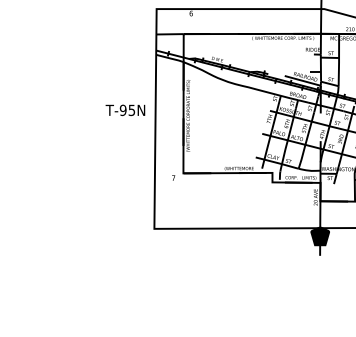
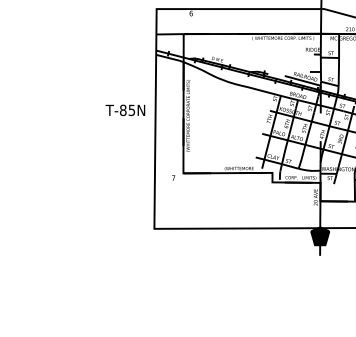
text at (122, 109): T-95N -> T-85N
